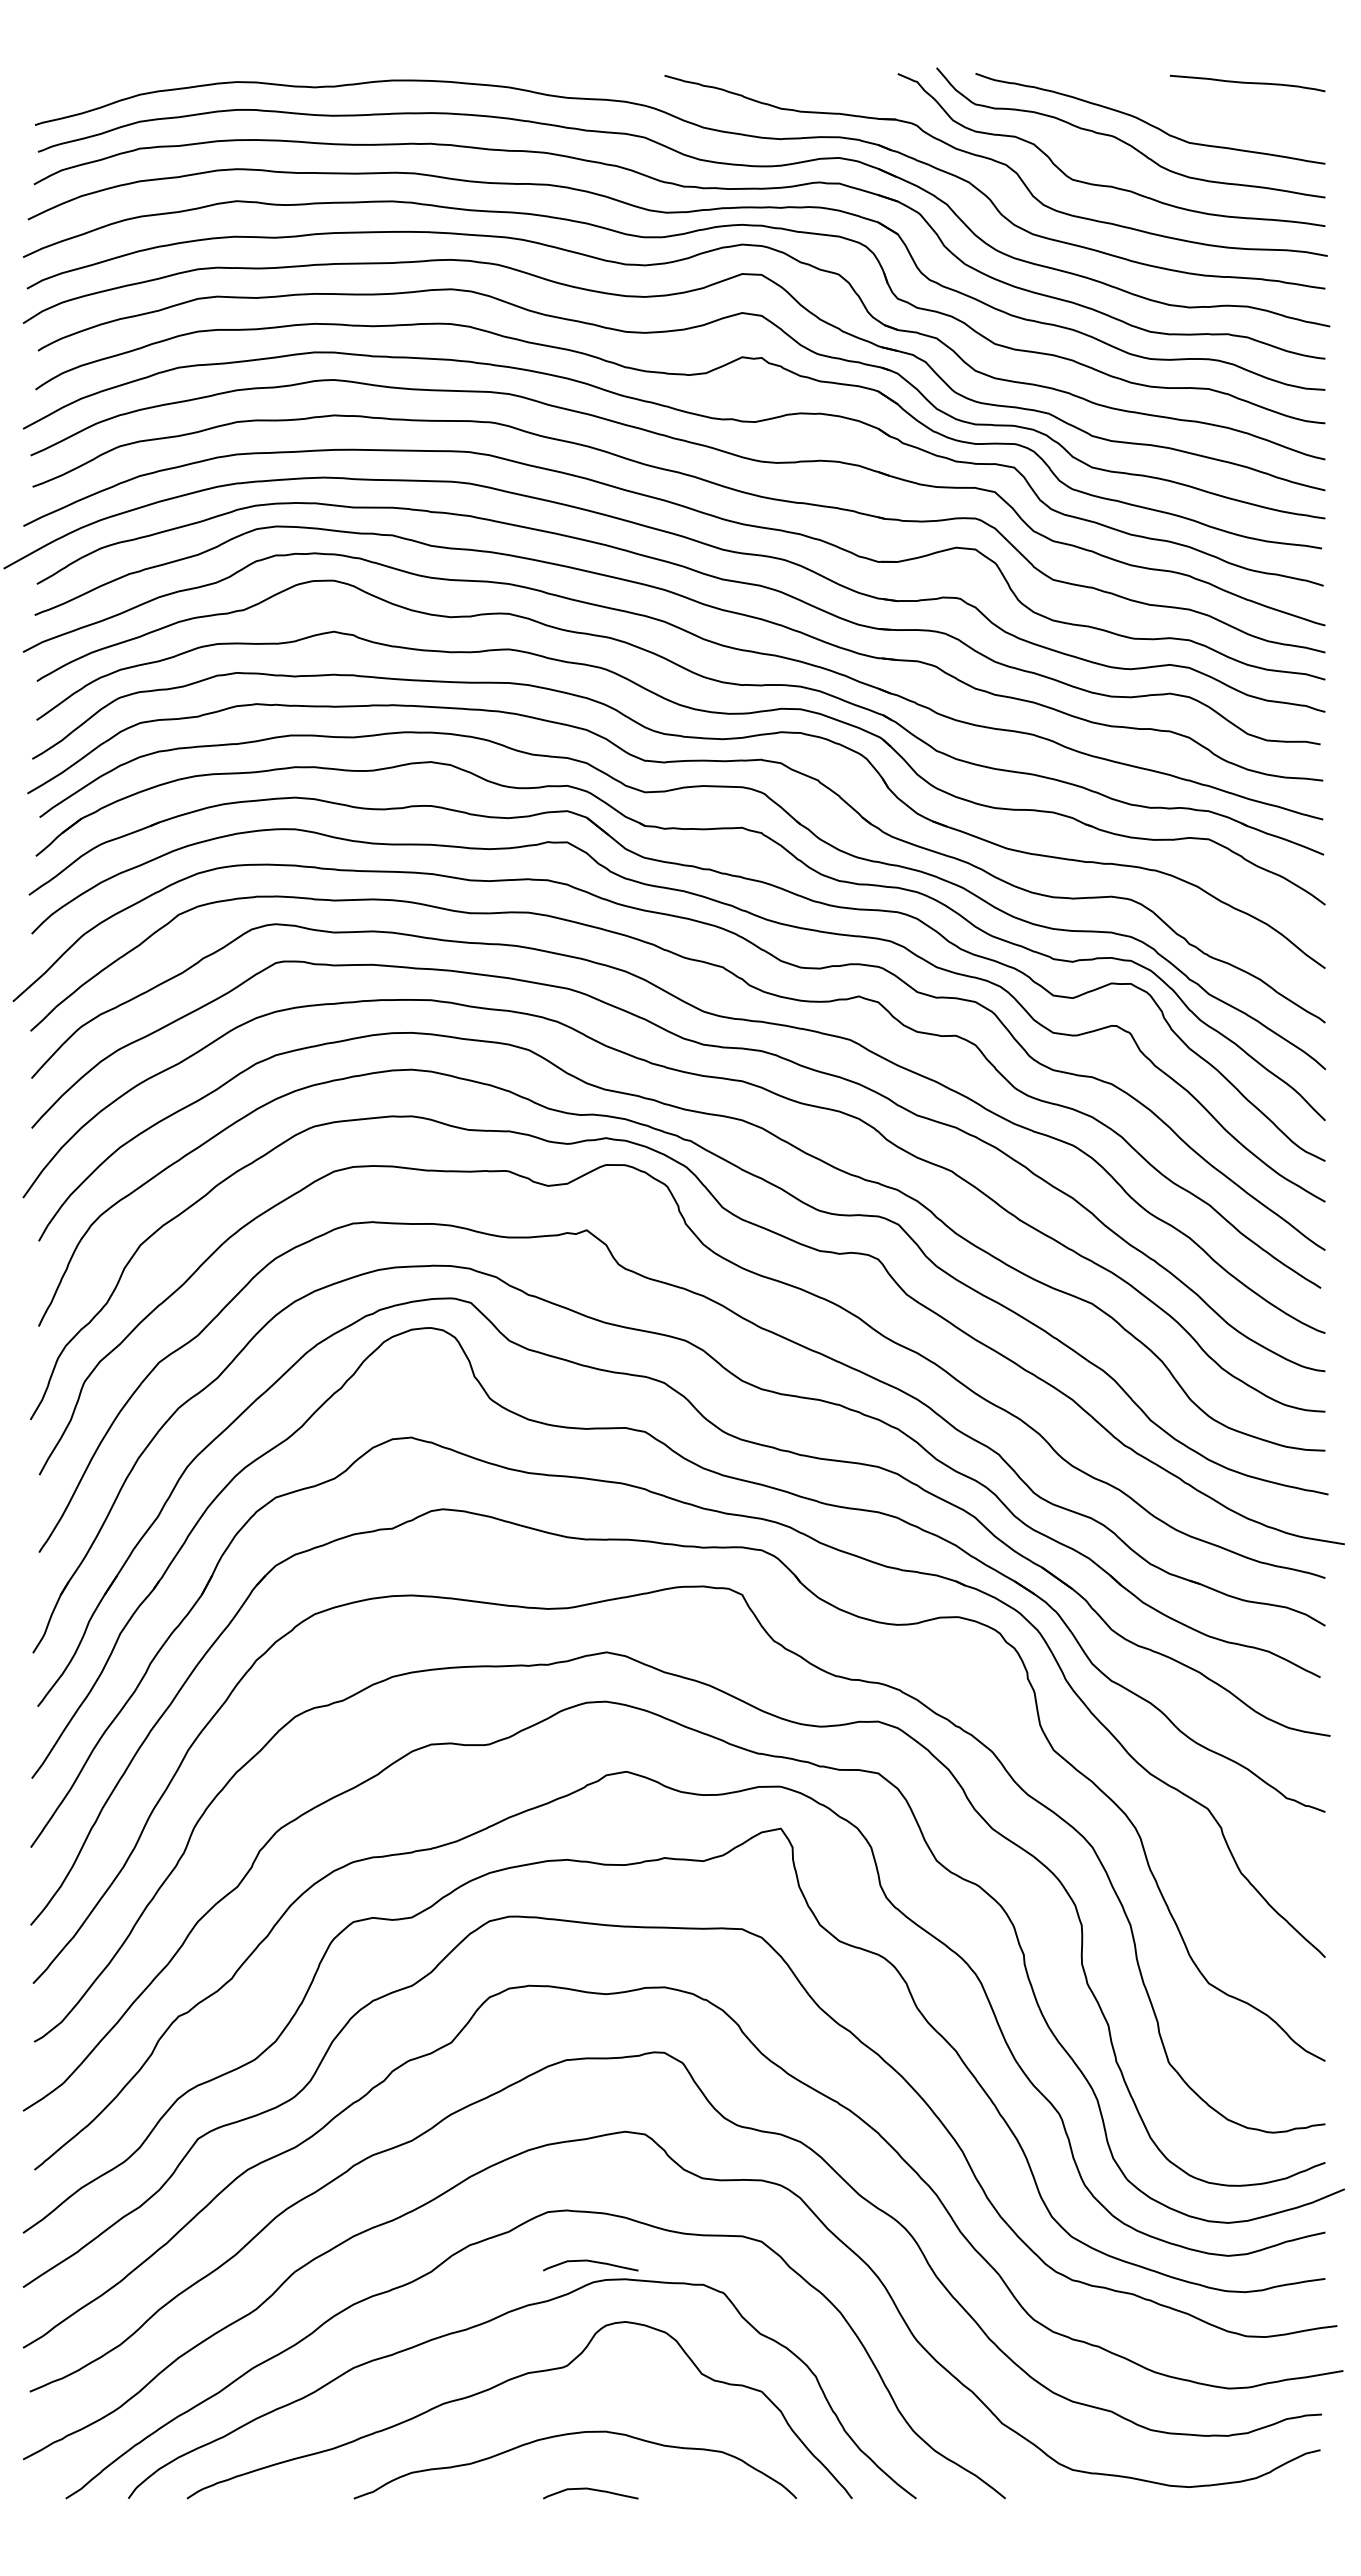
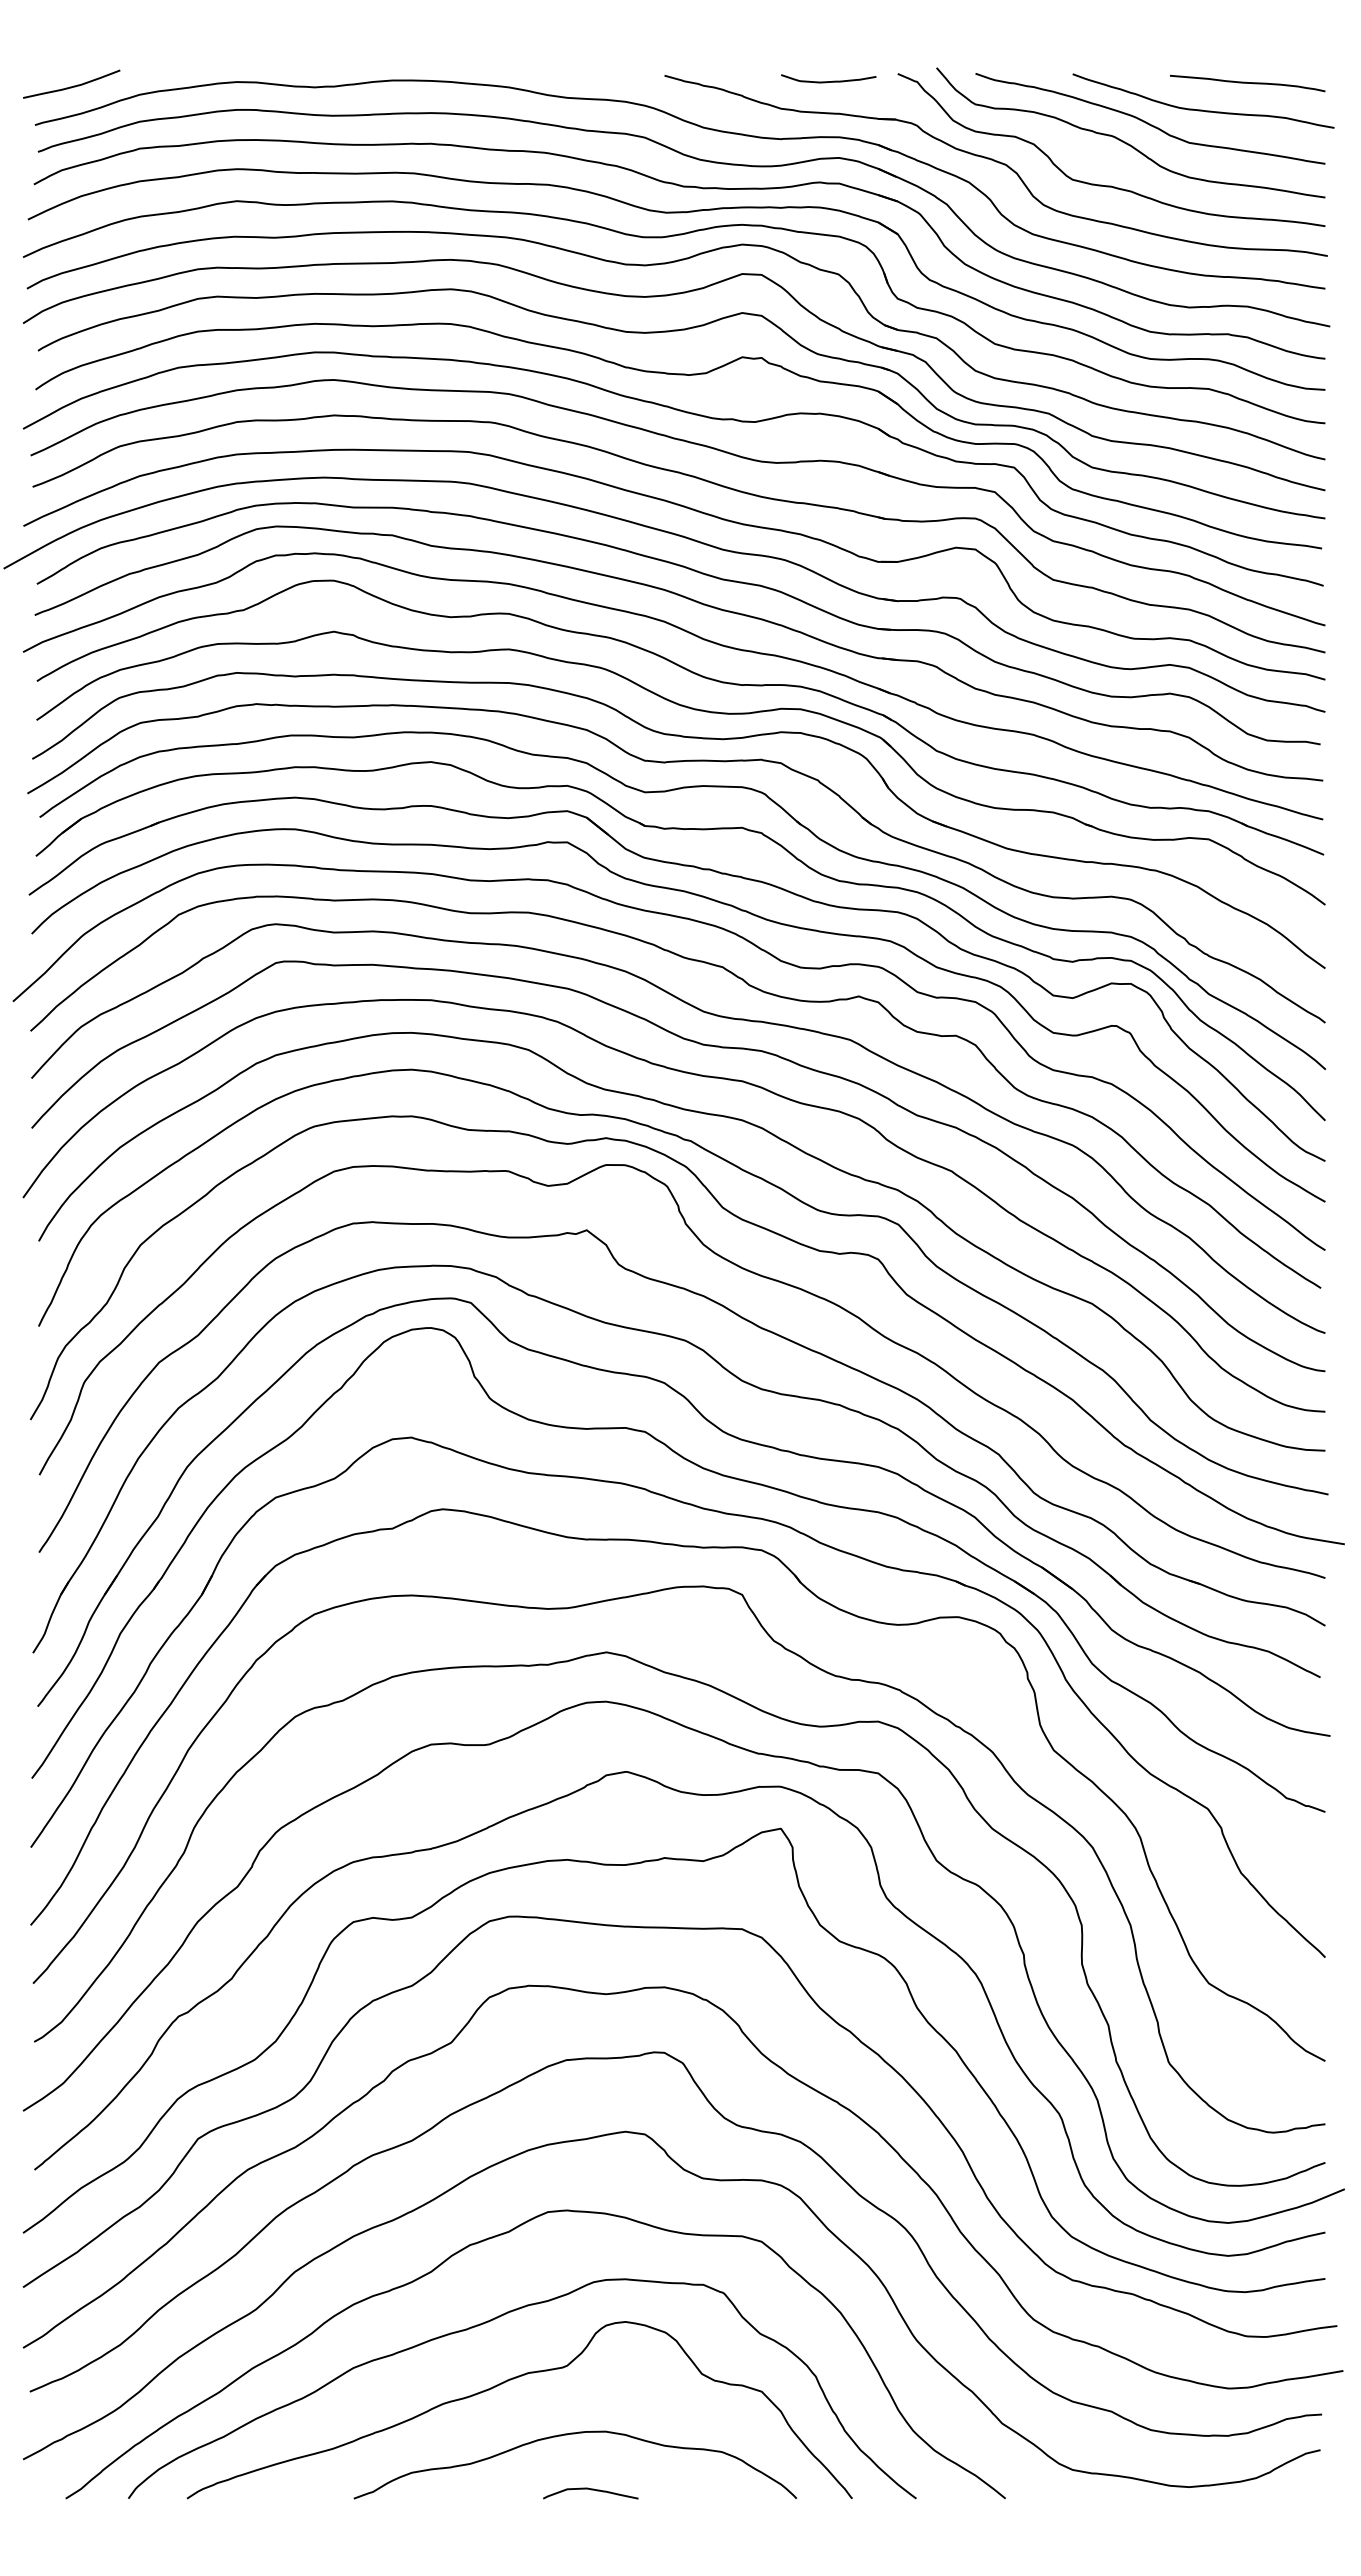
curve at (828, 81): none -> present
curve at (73, 85): none -> present
curve at (1202, 109): none -> present
curve at (590, 2262): present -> none
